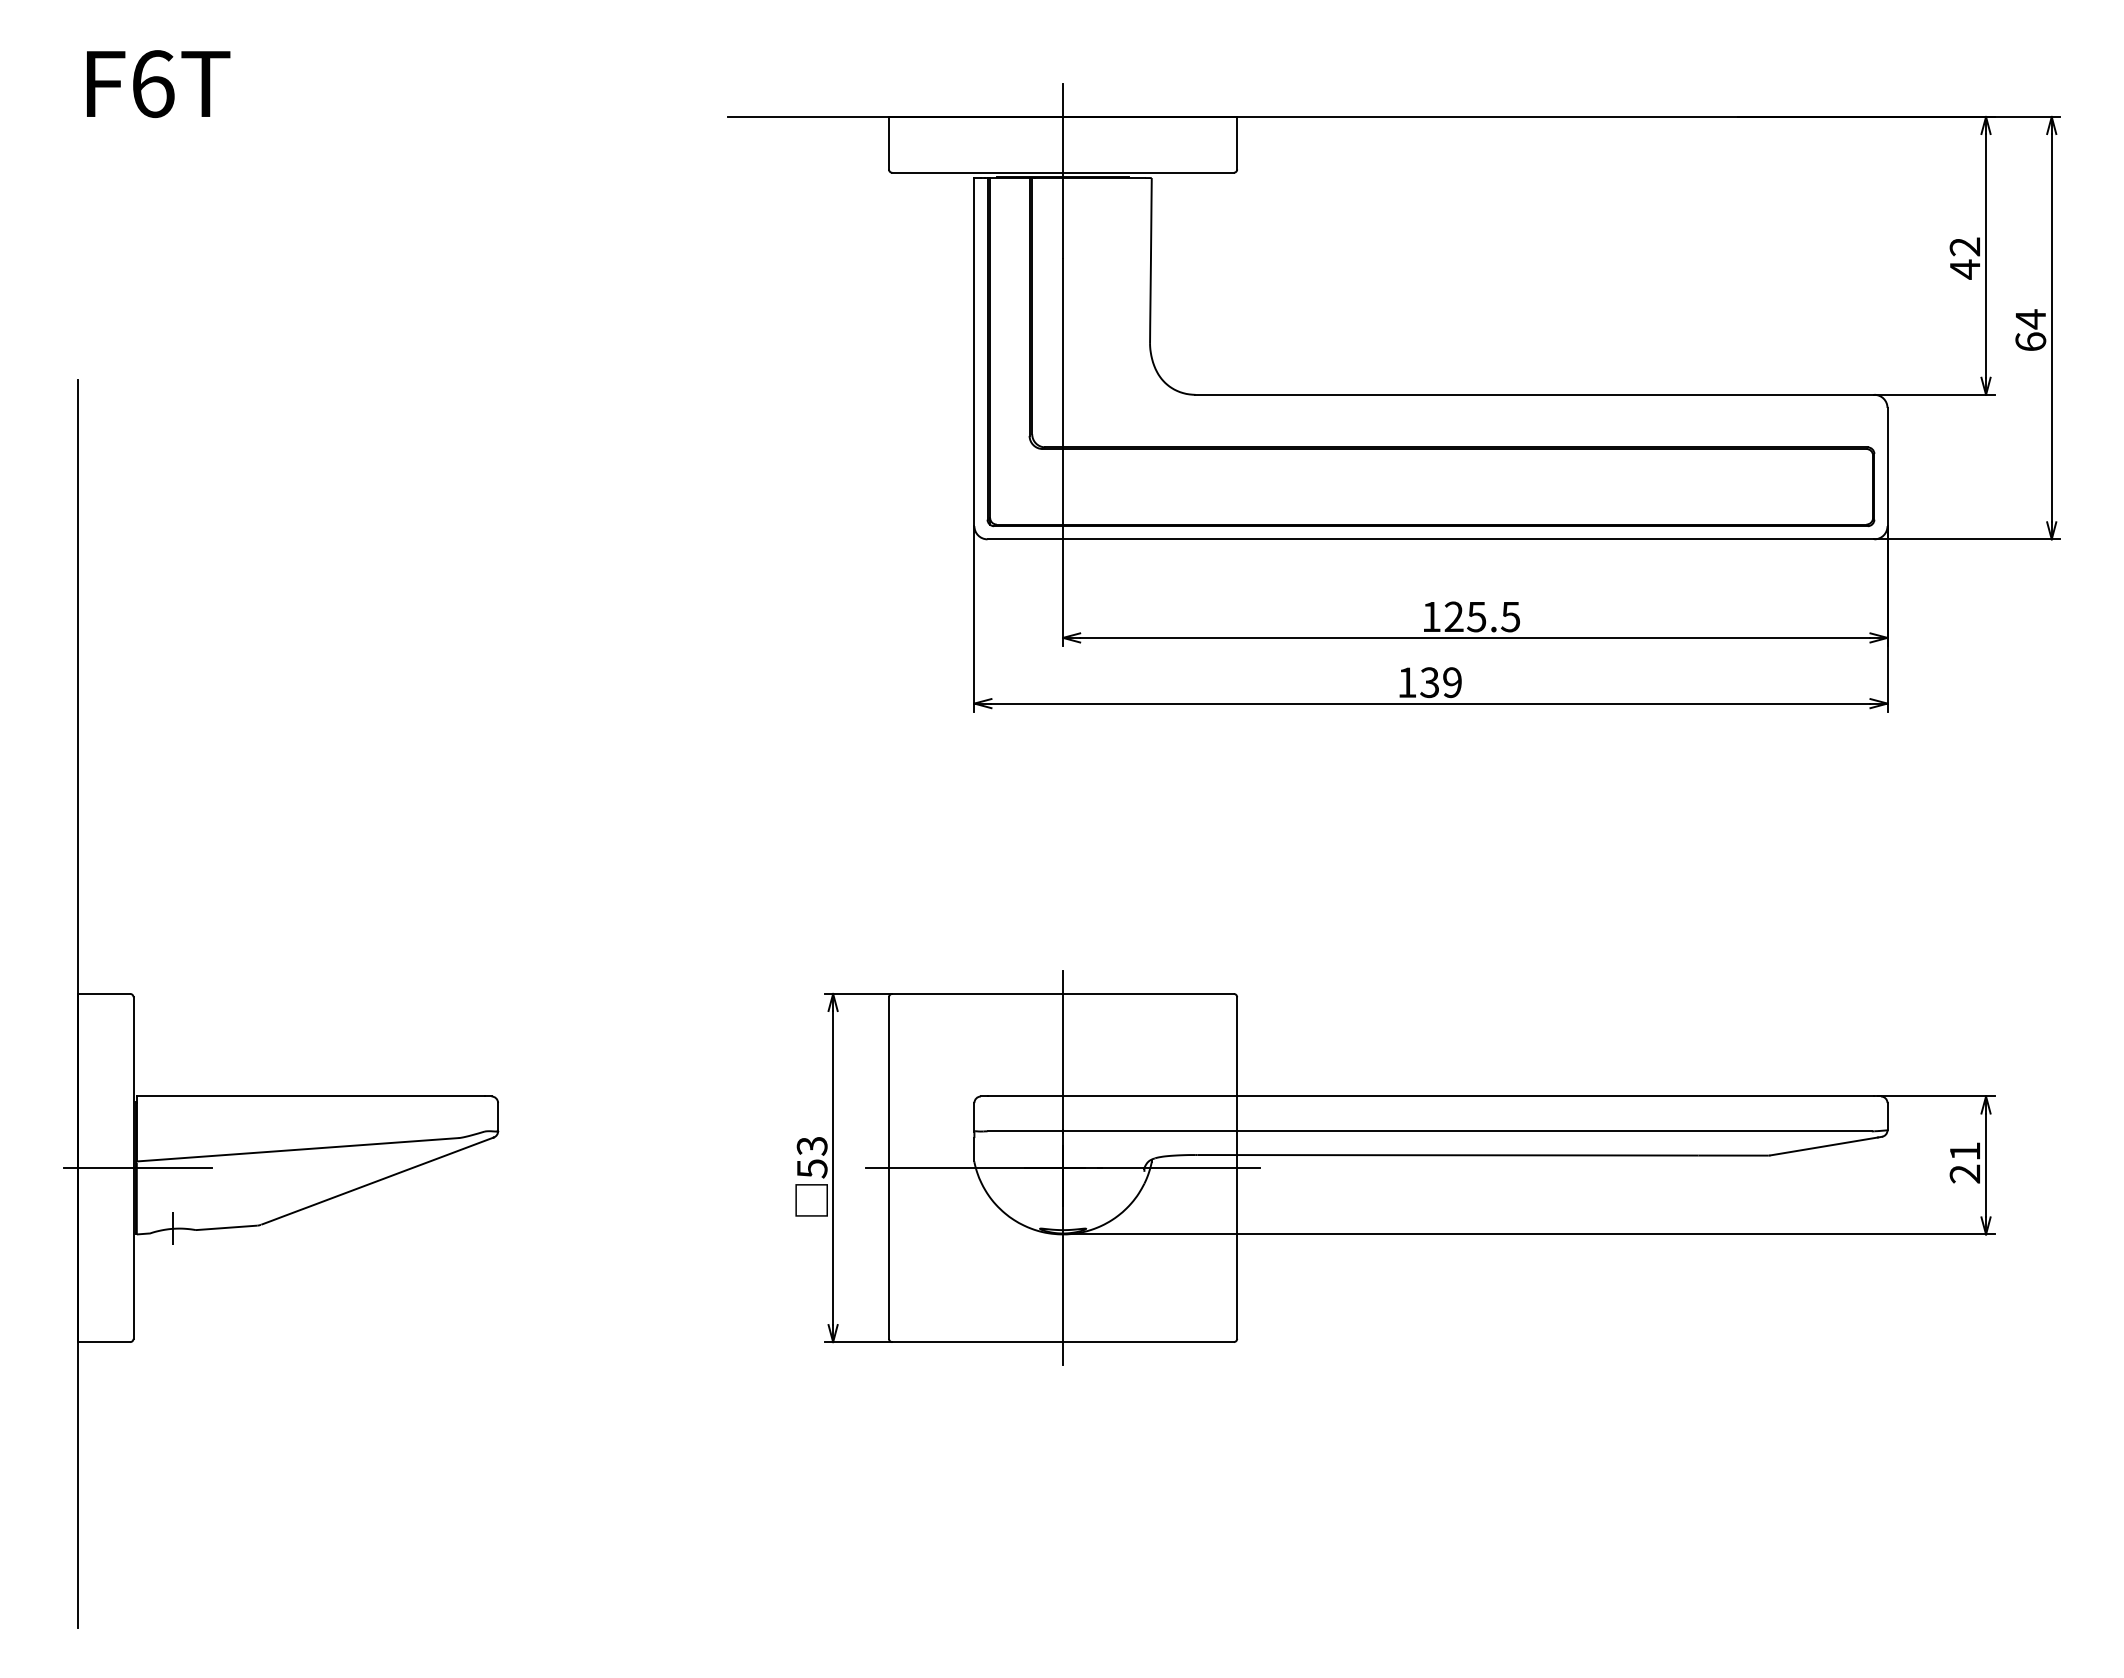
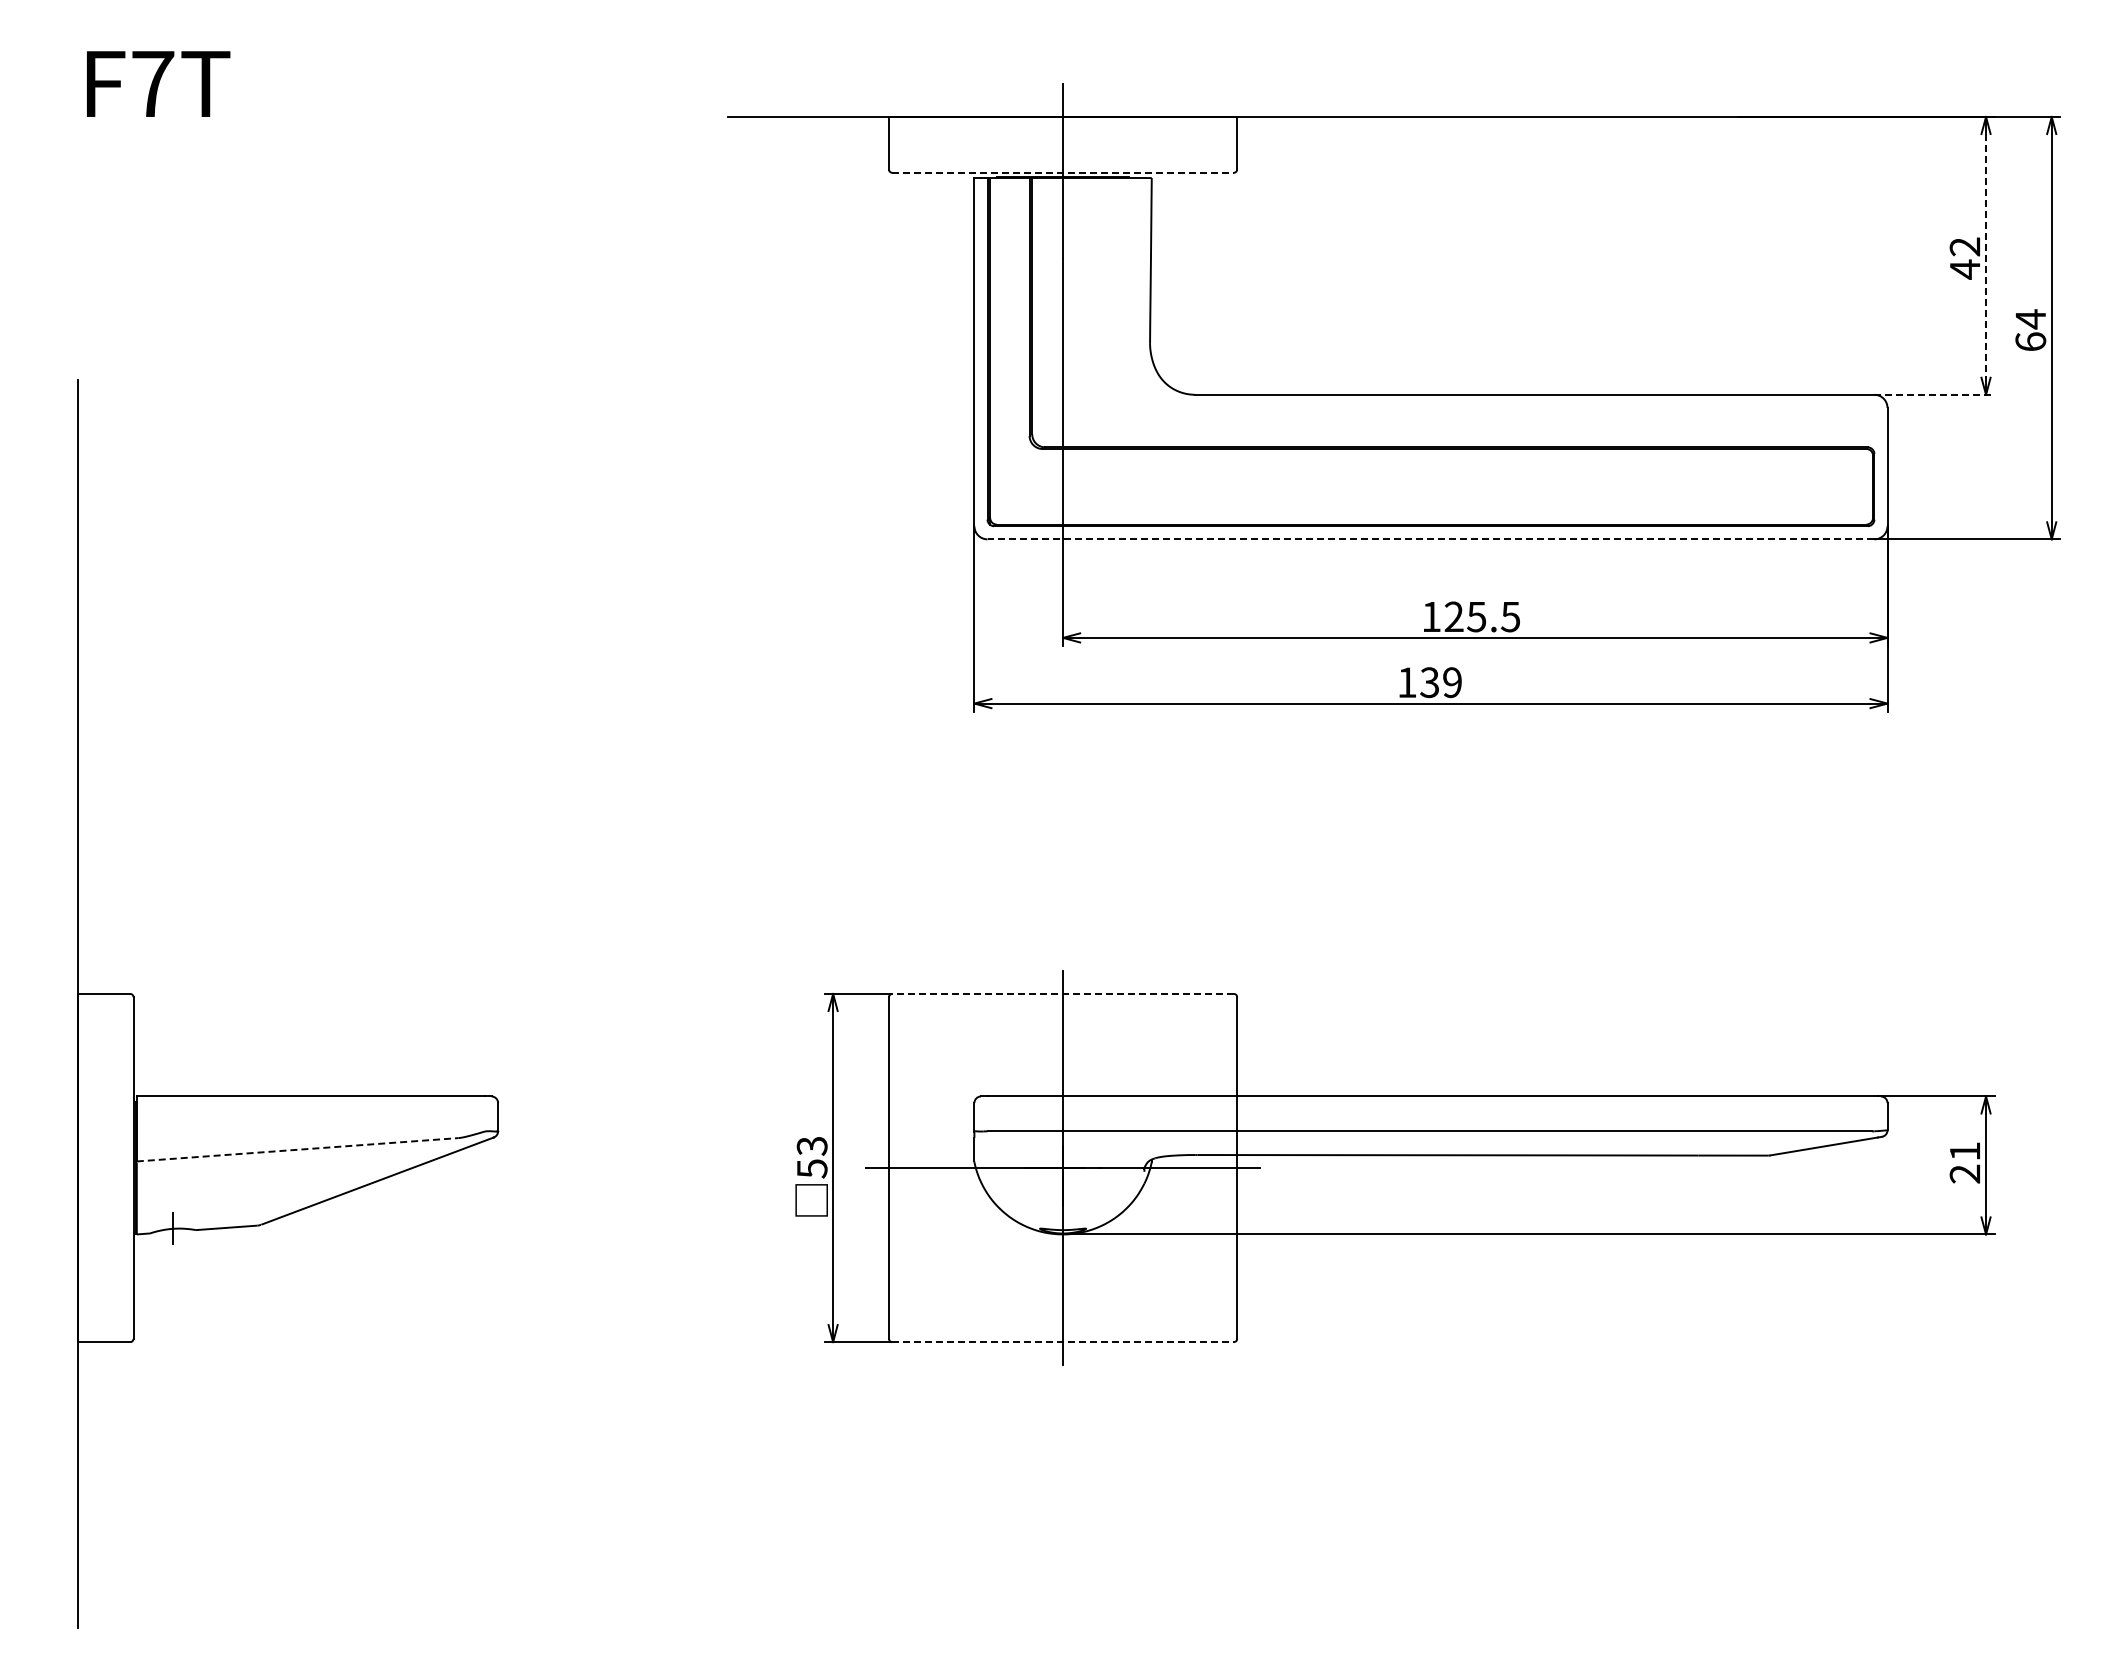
text at (153, 84): F6T -> F7T
line at (1063, 172): solid -> dashed
line at (1986, 255): solid -> dashed
line at (1934, 394): solid -> dashed
line at (1430, 539): solid -> dashed
line at (1063, 993): solid -> dashed
line at (298, 1149): solid -> dashed
line at (137, 1168): present -> none
line at (1063, 1342): solid -> dashed
